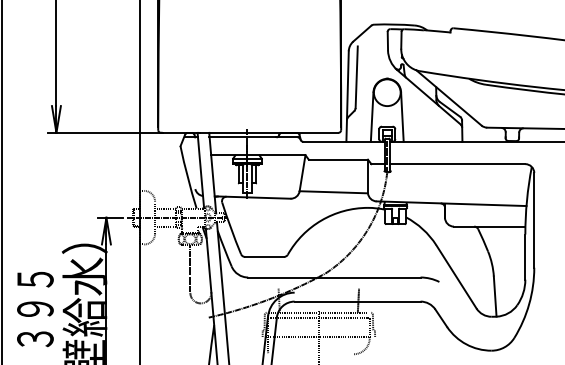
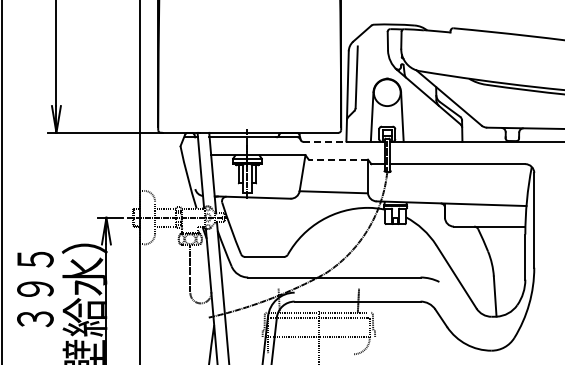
line at (325, 141): solid -> dashed
line at (338, 159): solid -> dashed
text at (35, 309) position: (35, 309) -> (35, 289)
